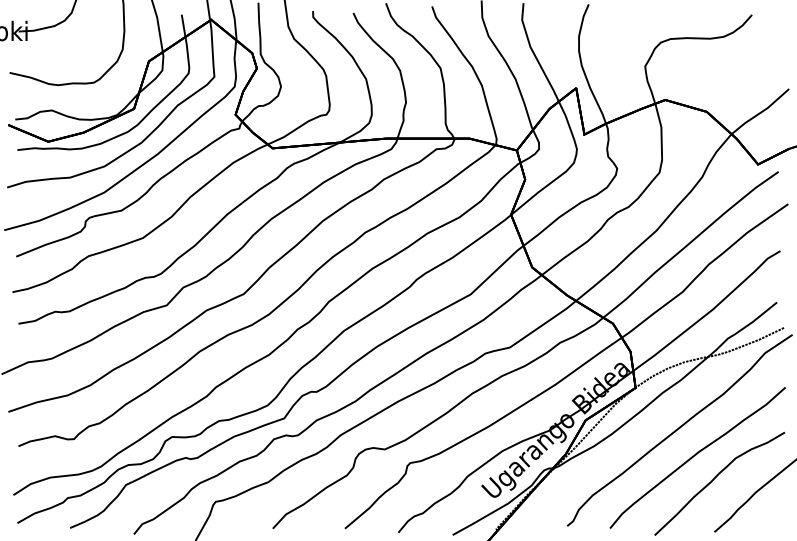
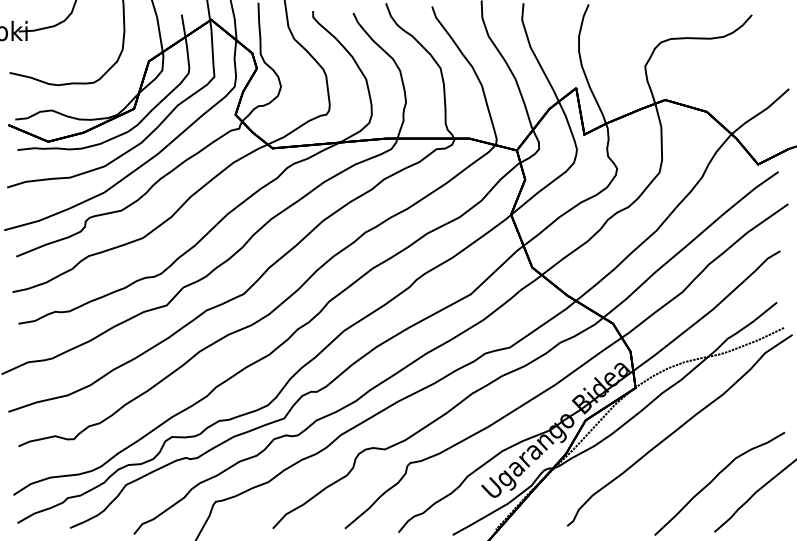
part at (697, 457): present -> none
